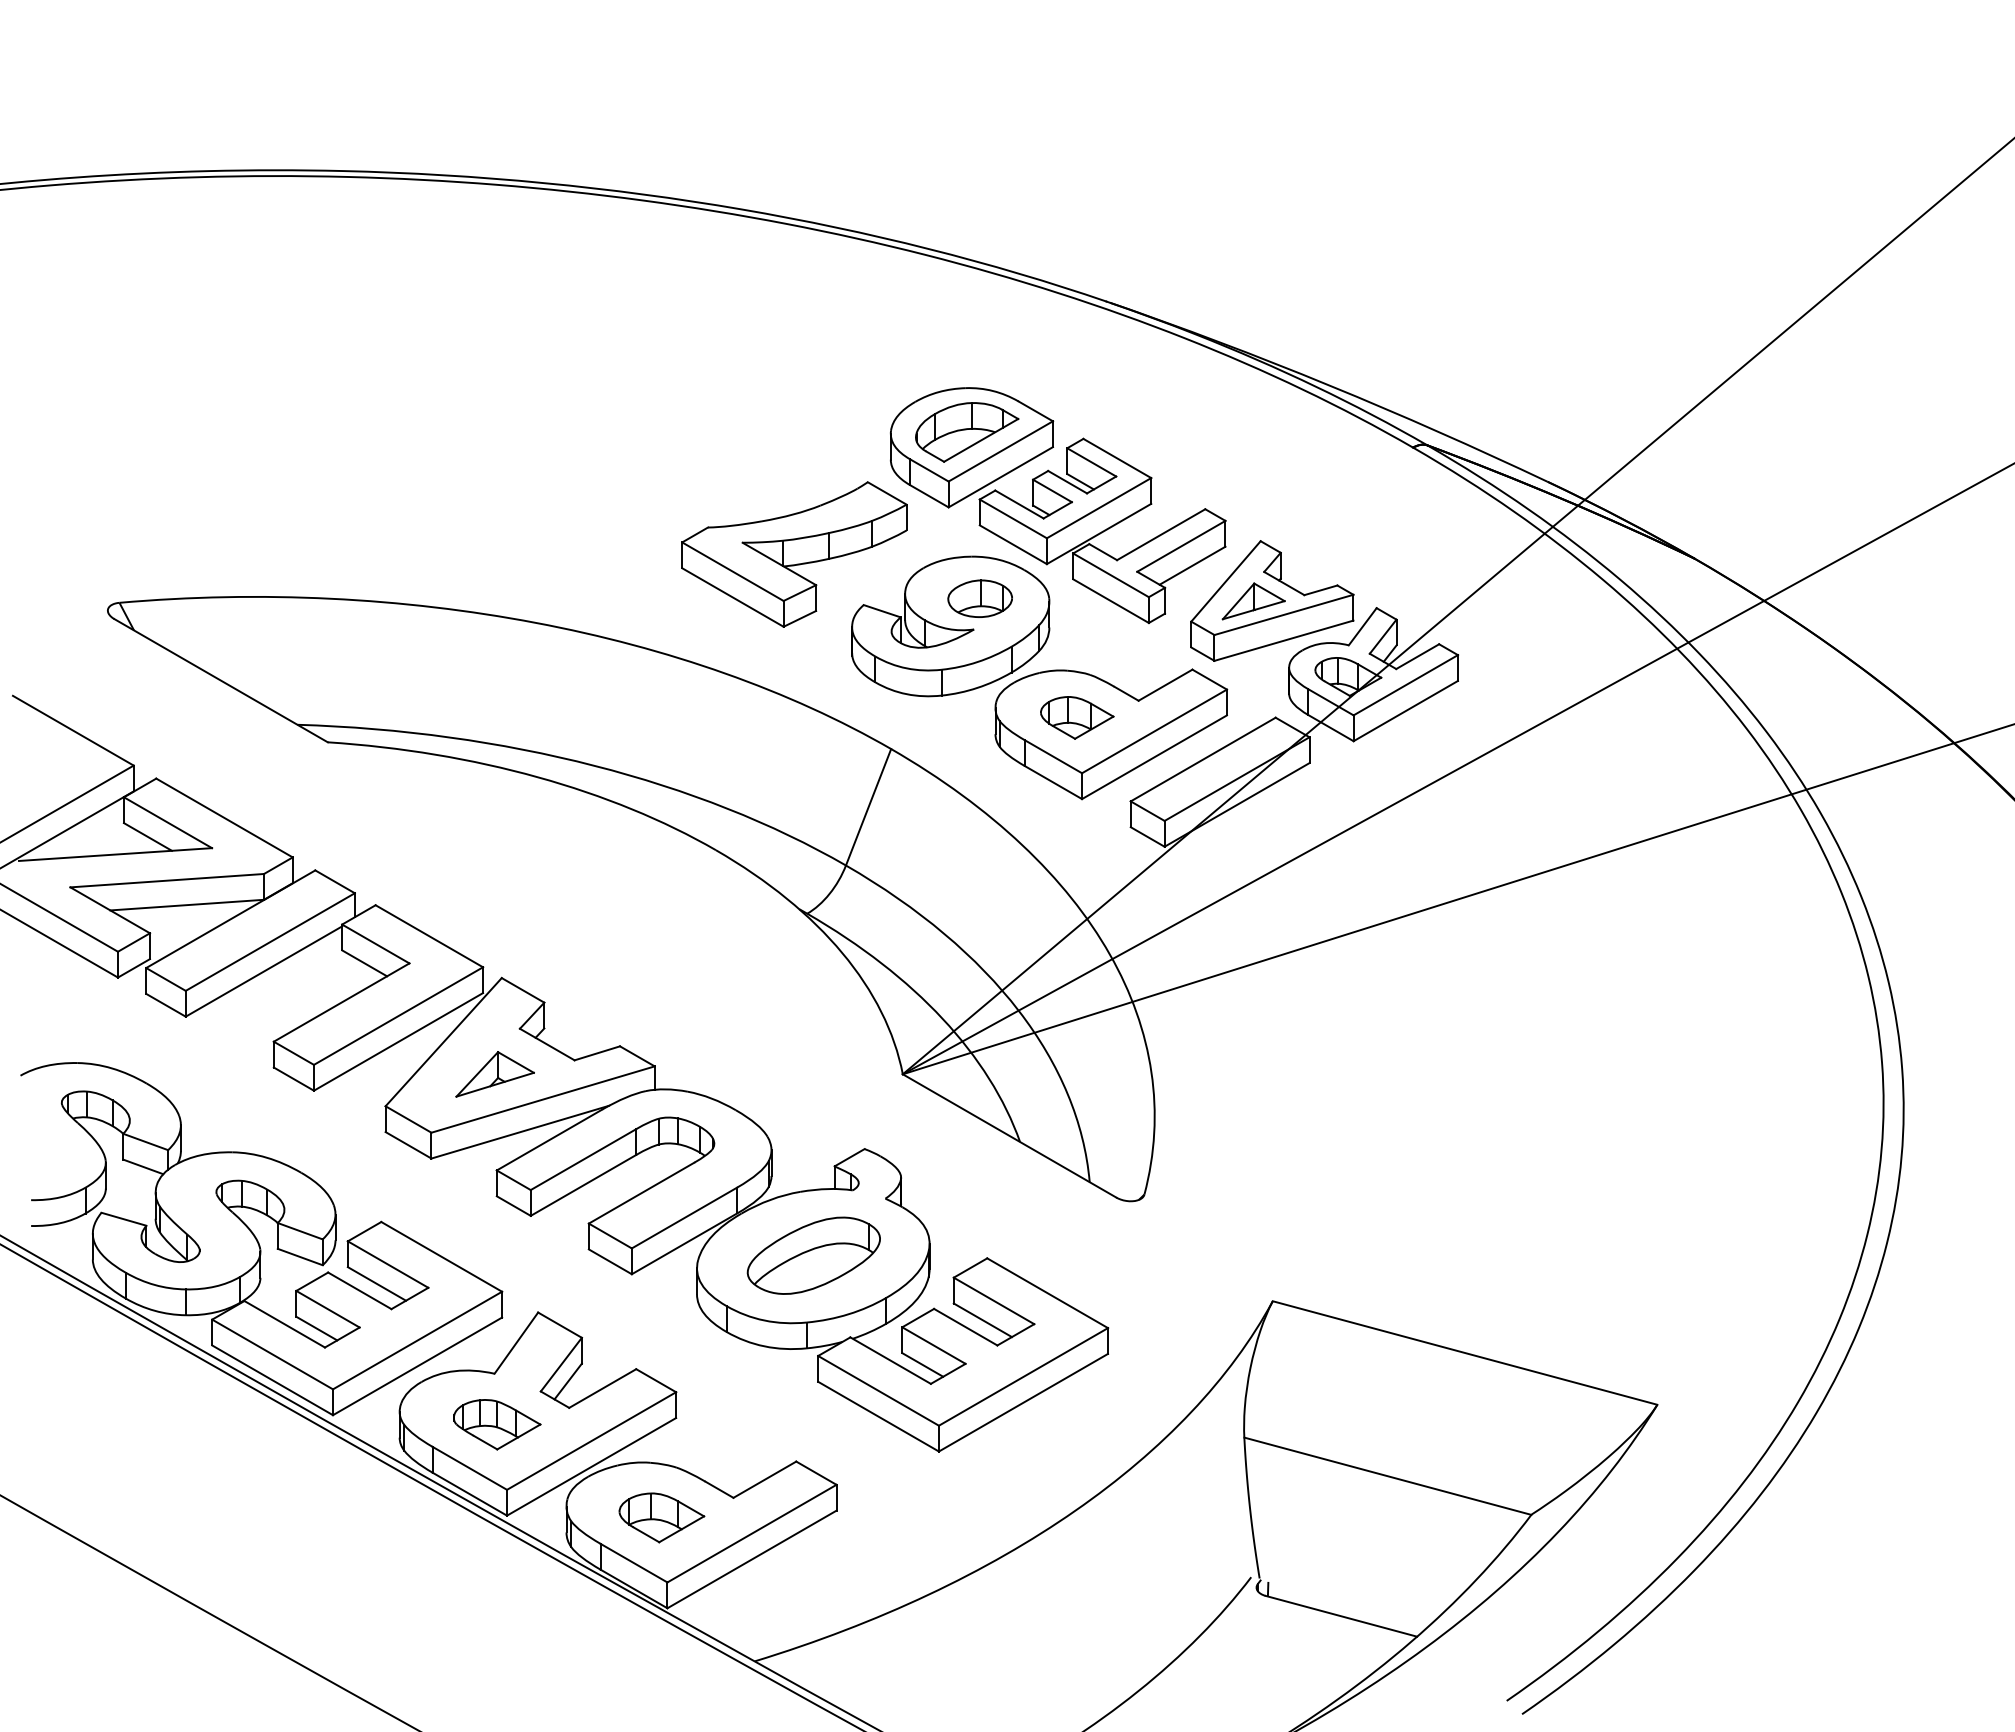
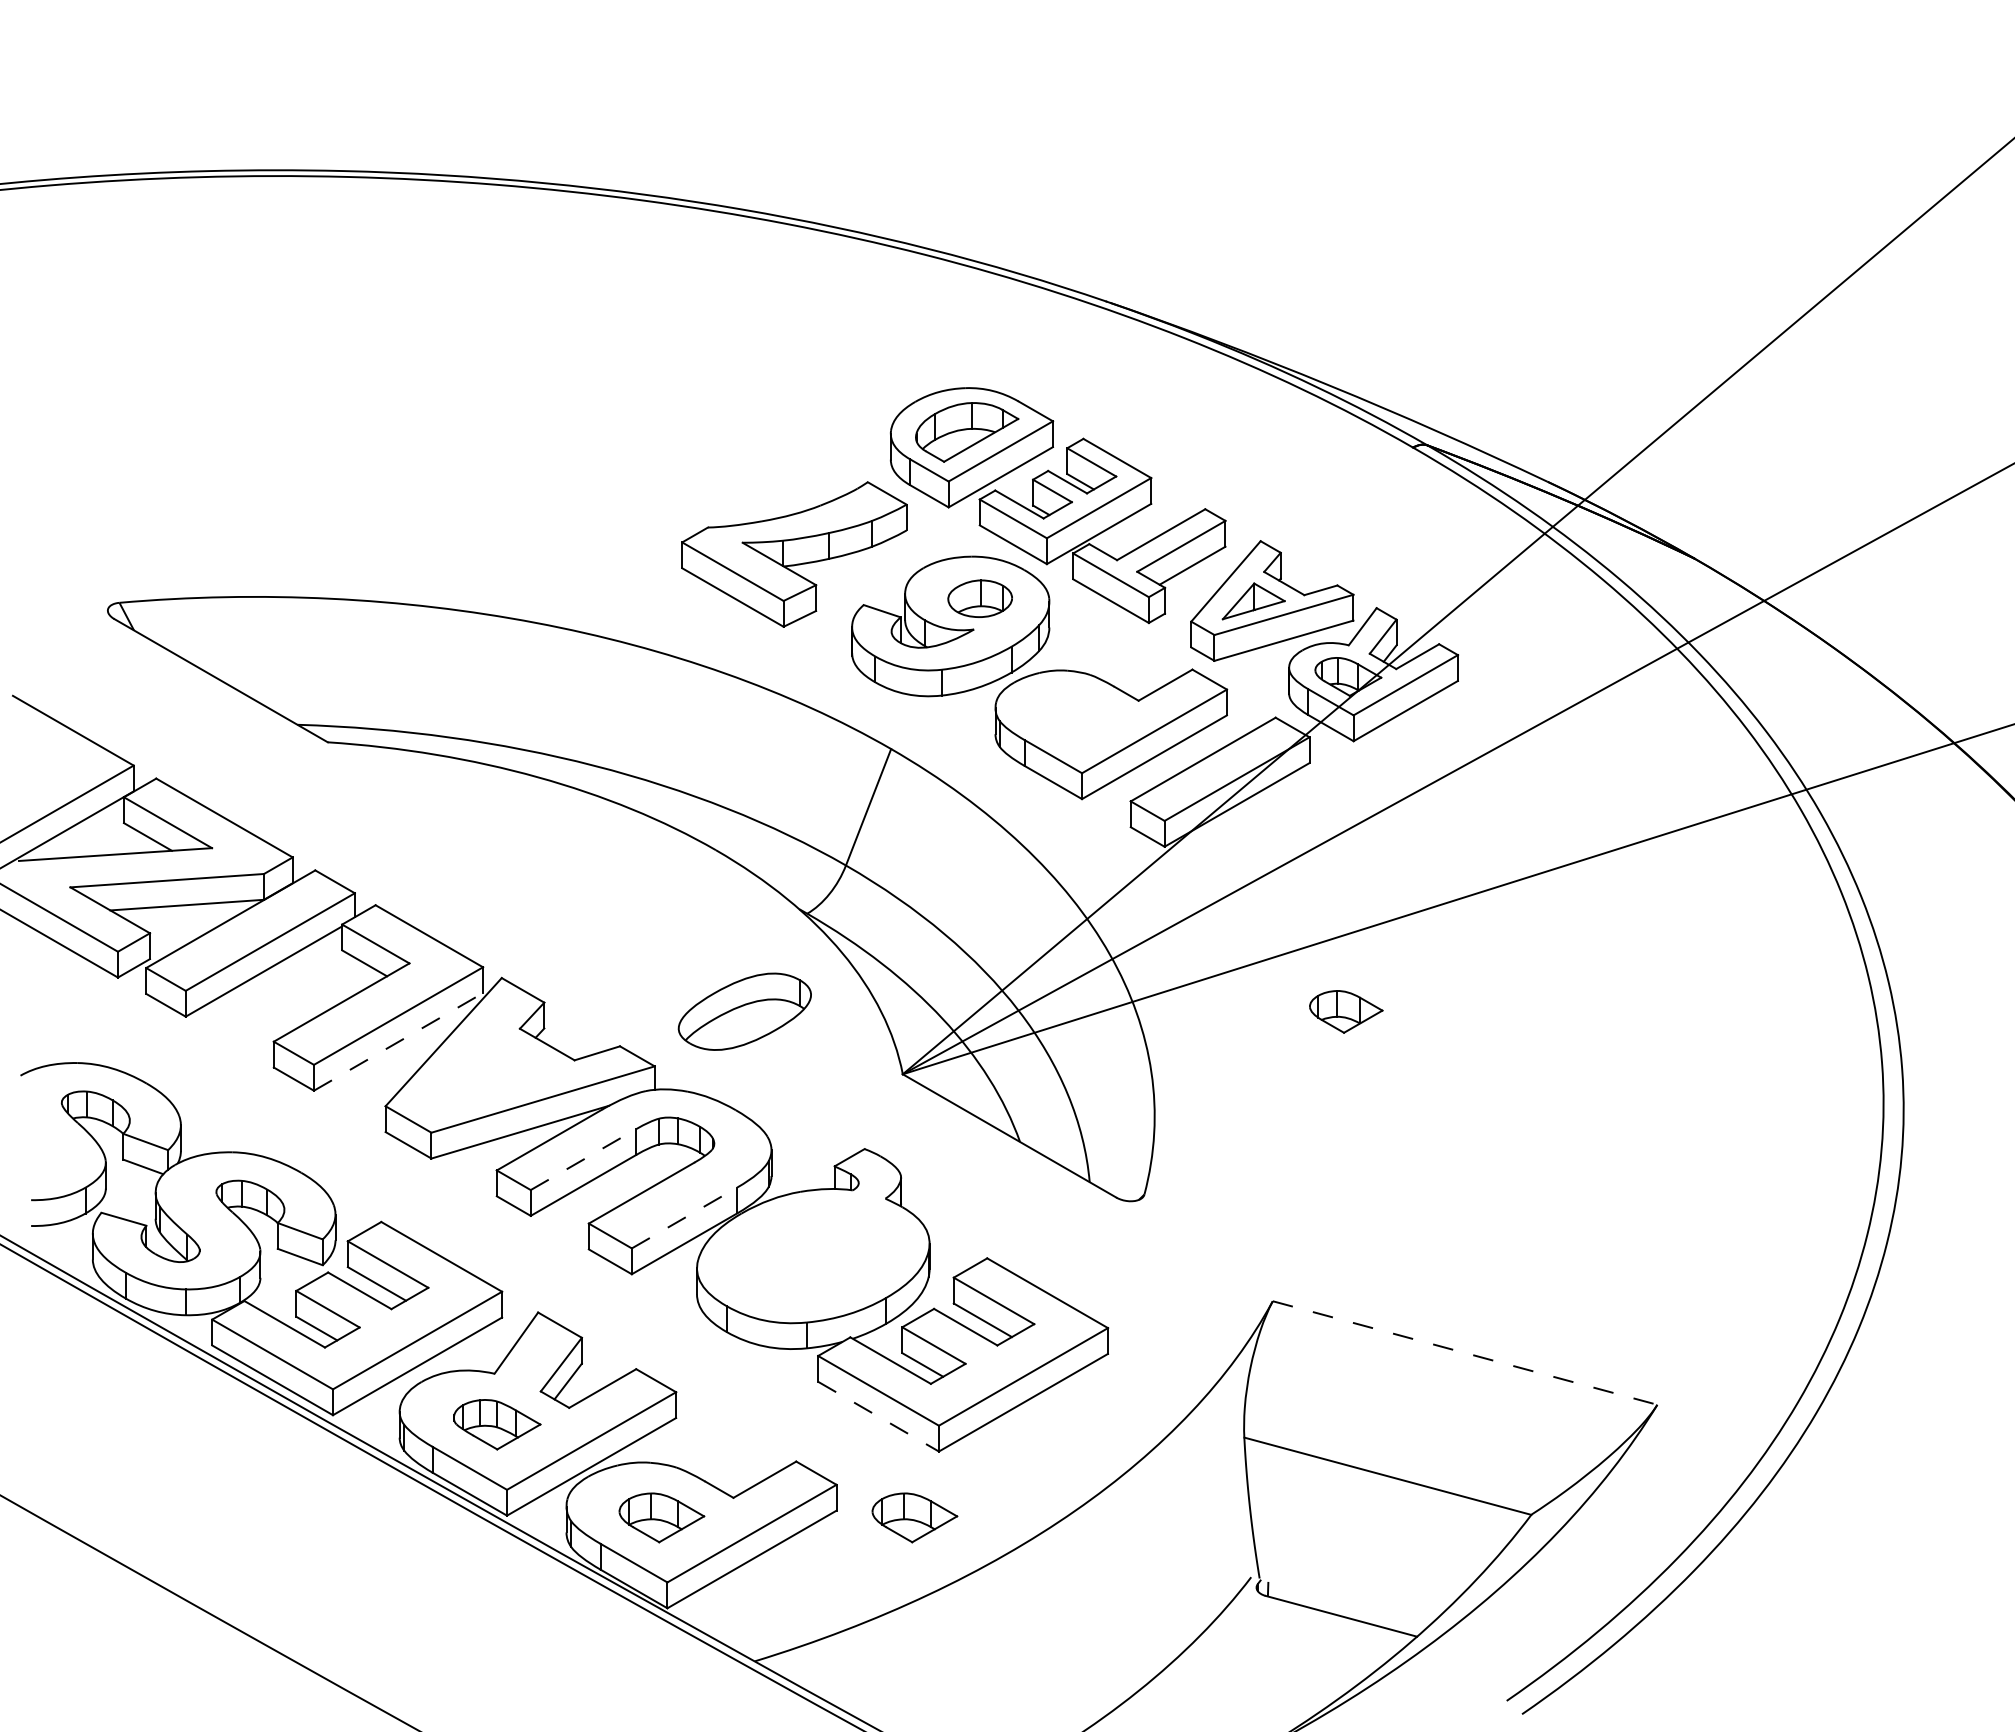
part at (1077, 717) position: (1077, 717) -> (1346, 1011)
line at (398, 1041): solid -> dashed
part at (494, 1074): present -> none
line at (583, 1159): solid -> dashed
line at (684, 1218): solid -> dashed
part at (813, 1255) position: (813, 1255) -> (744, 1011)
line at (1465, 1353): solid -> dashed
line at (878, 1416): solid -> dashed
part at (914, 1517): none -> present
